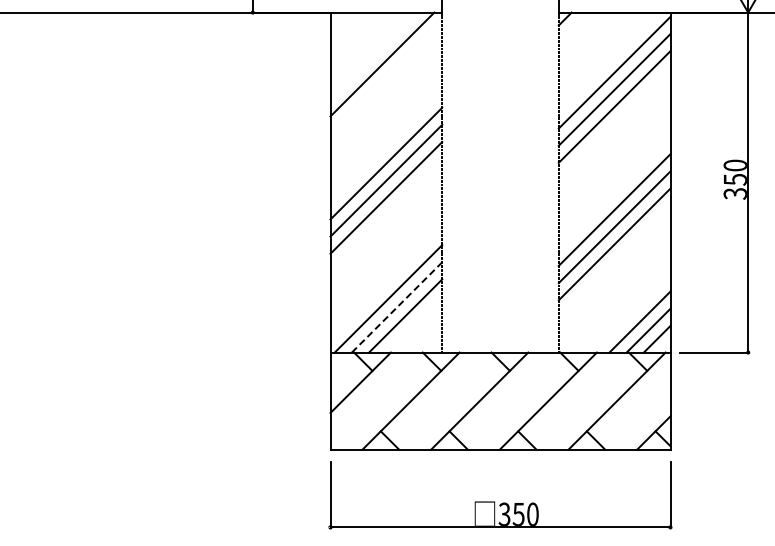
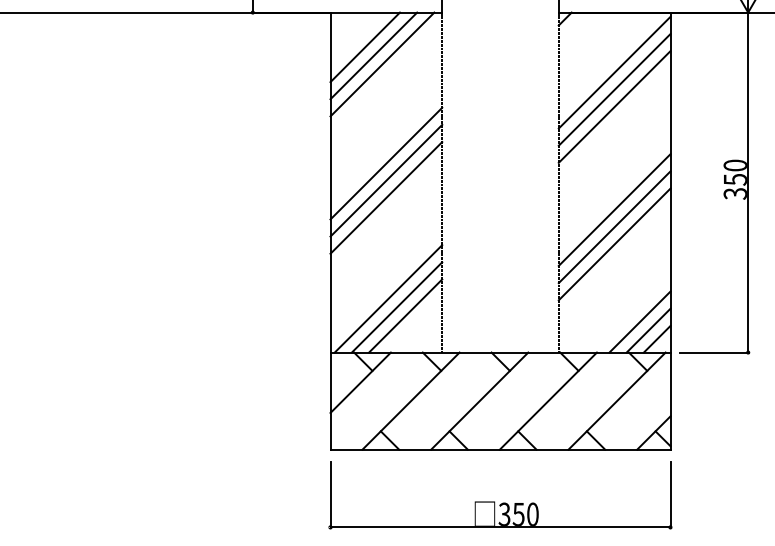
line at (364, 47): none -> present
line at (373, 55): none -> present
line at (397, 307): dashed -> solid
